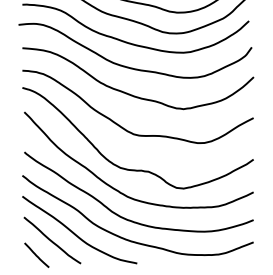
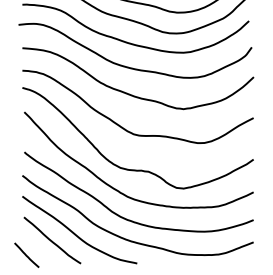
line at (36, 254) position: (36, 254) -> (26, 254)
